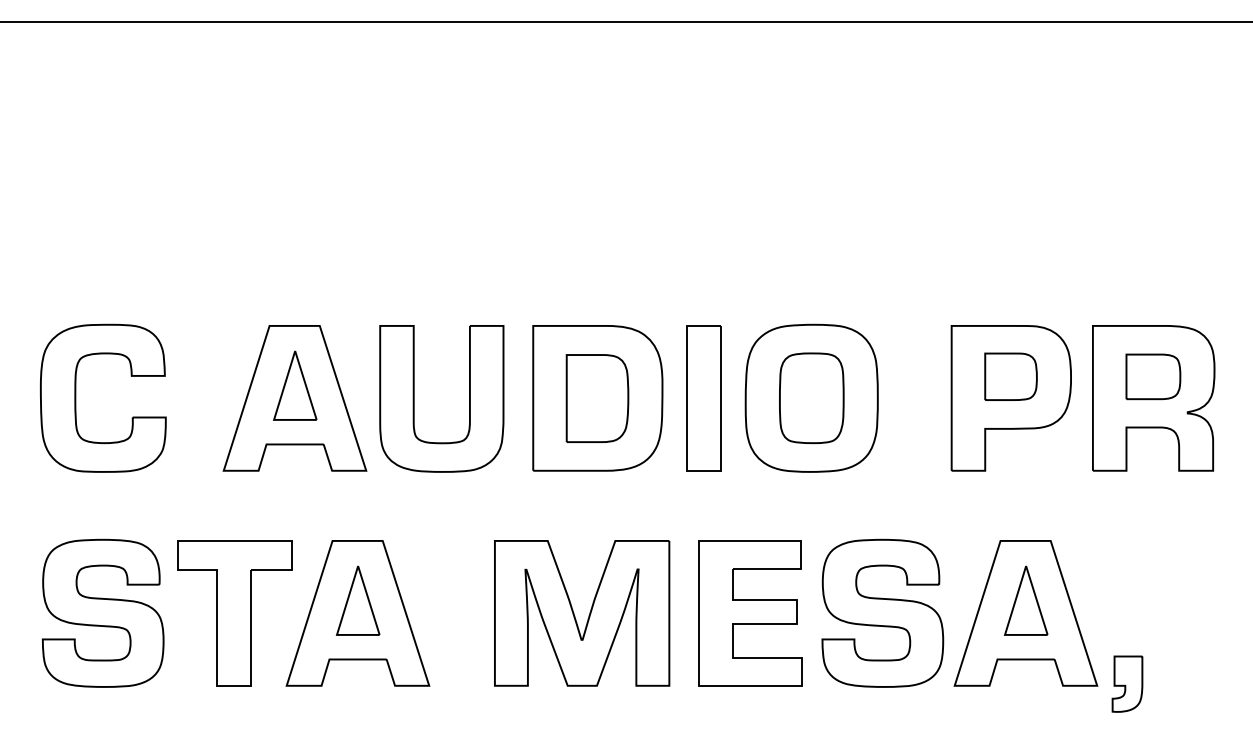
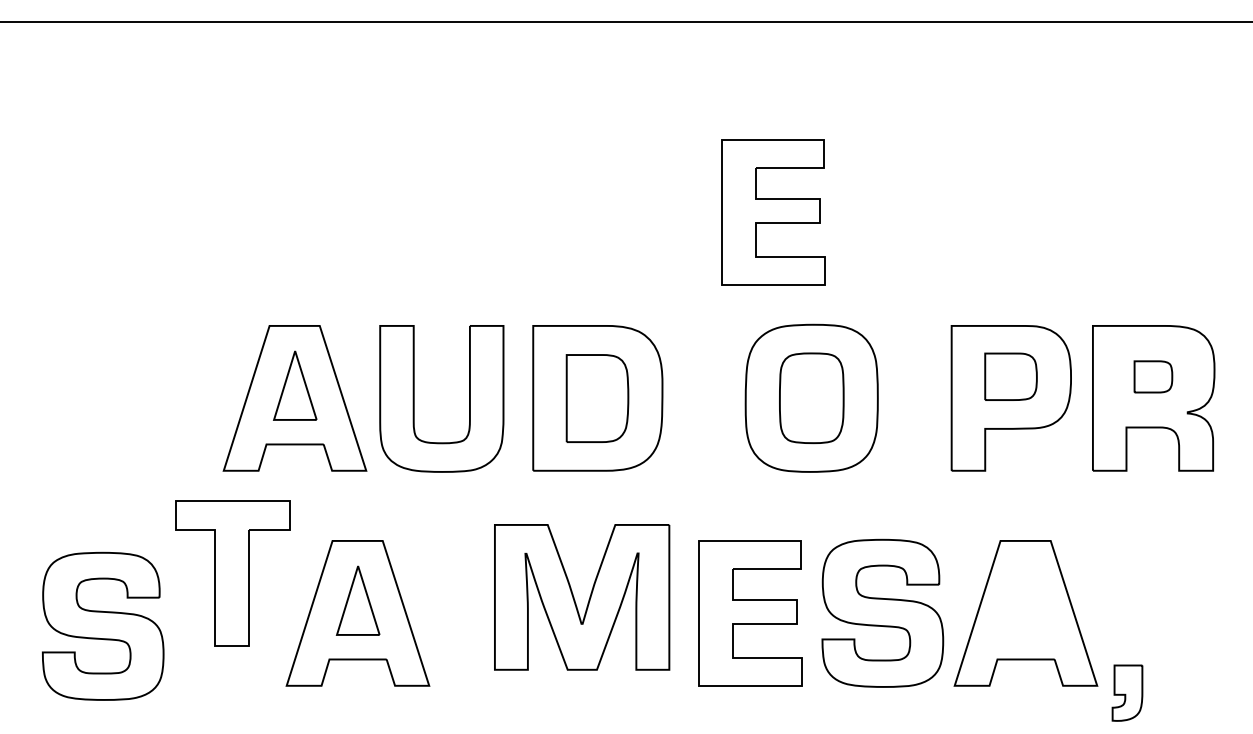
part at (773, 212): none -> present
part at (1153, 376) size: 57x48 px -> 41x34 px
part at (76, 397): present -> none
part at (703, 398): present -> none
part at (1025, 600): present -> none
part at (103, 612) position: (103, 612) -> (103, 625)
part at (234, 613) position: (234, 613) -> (232, 573)
part at (588, 615) position: (588, 615) -> (588, 599)
part at (1127, 683) position: (1127, 683) -> (1127, 692)
